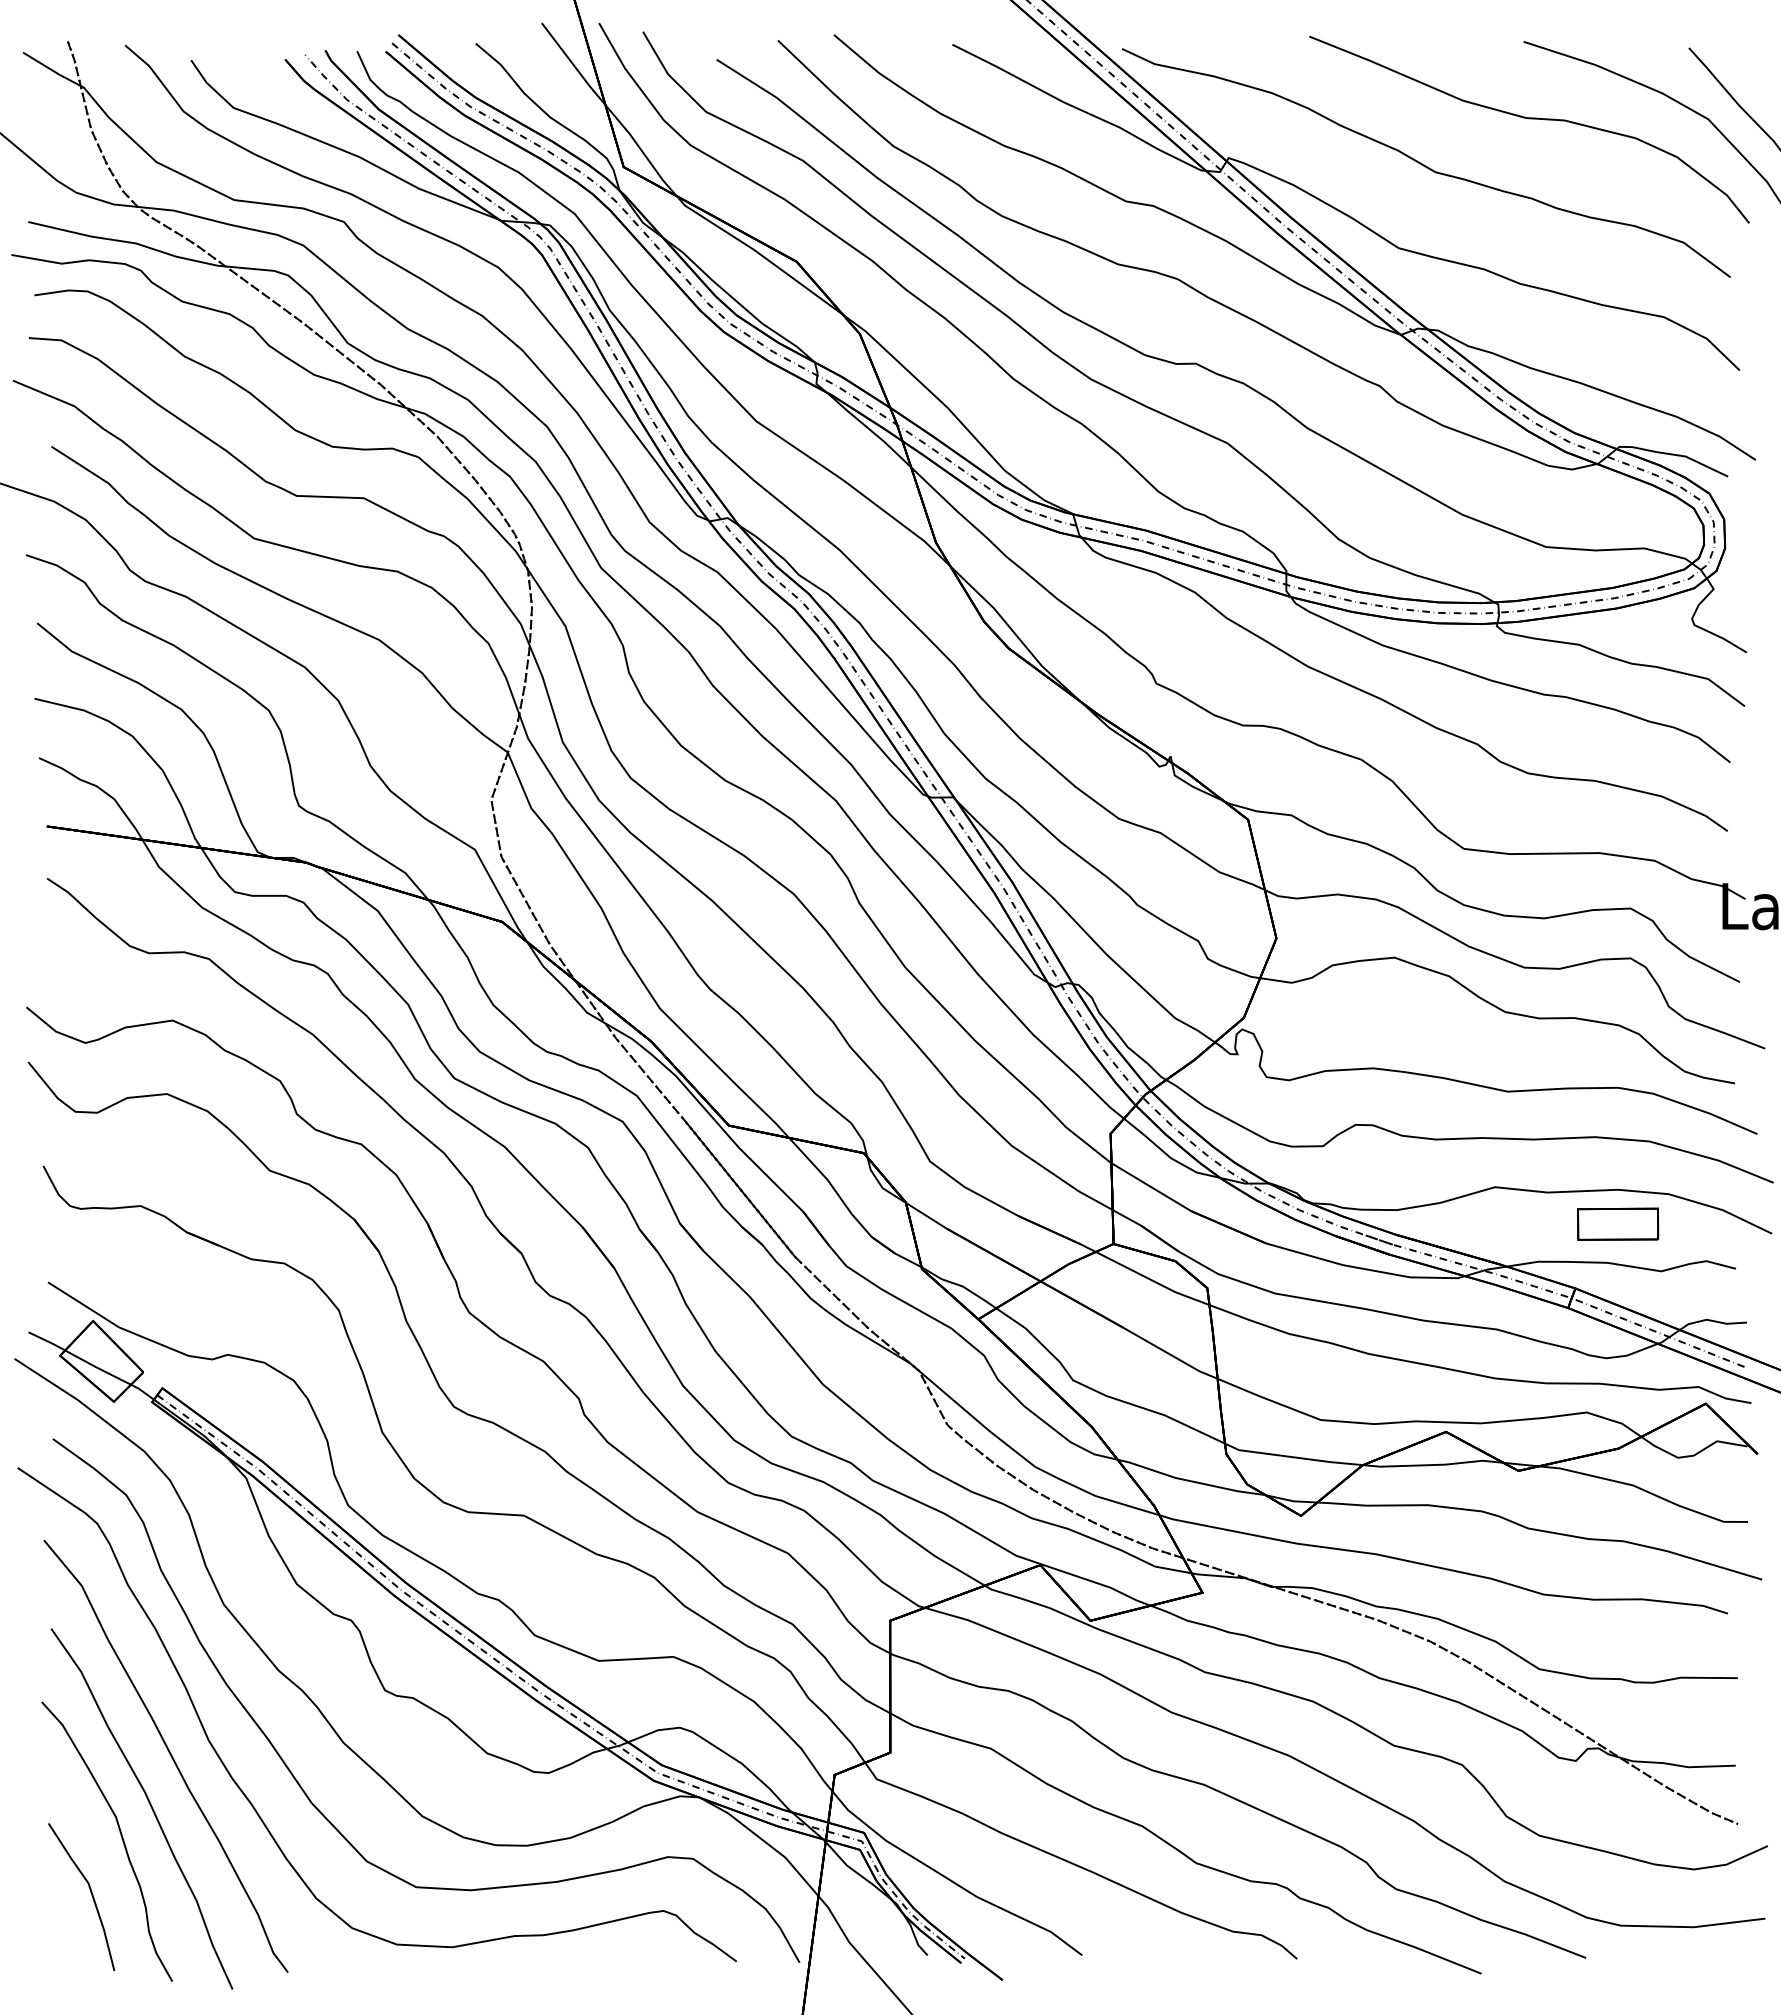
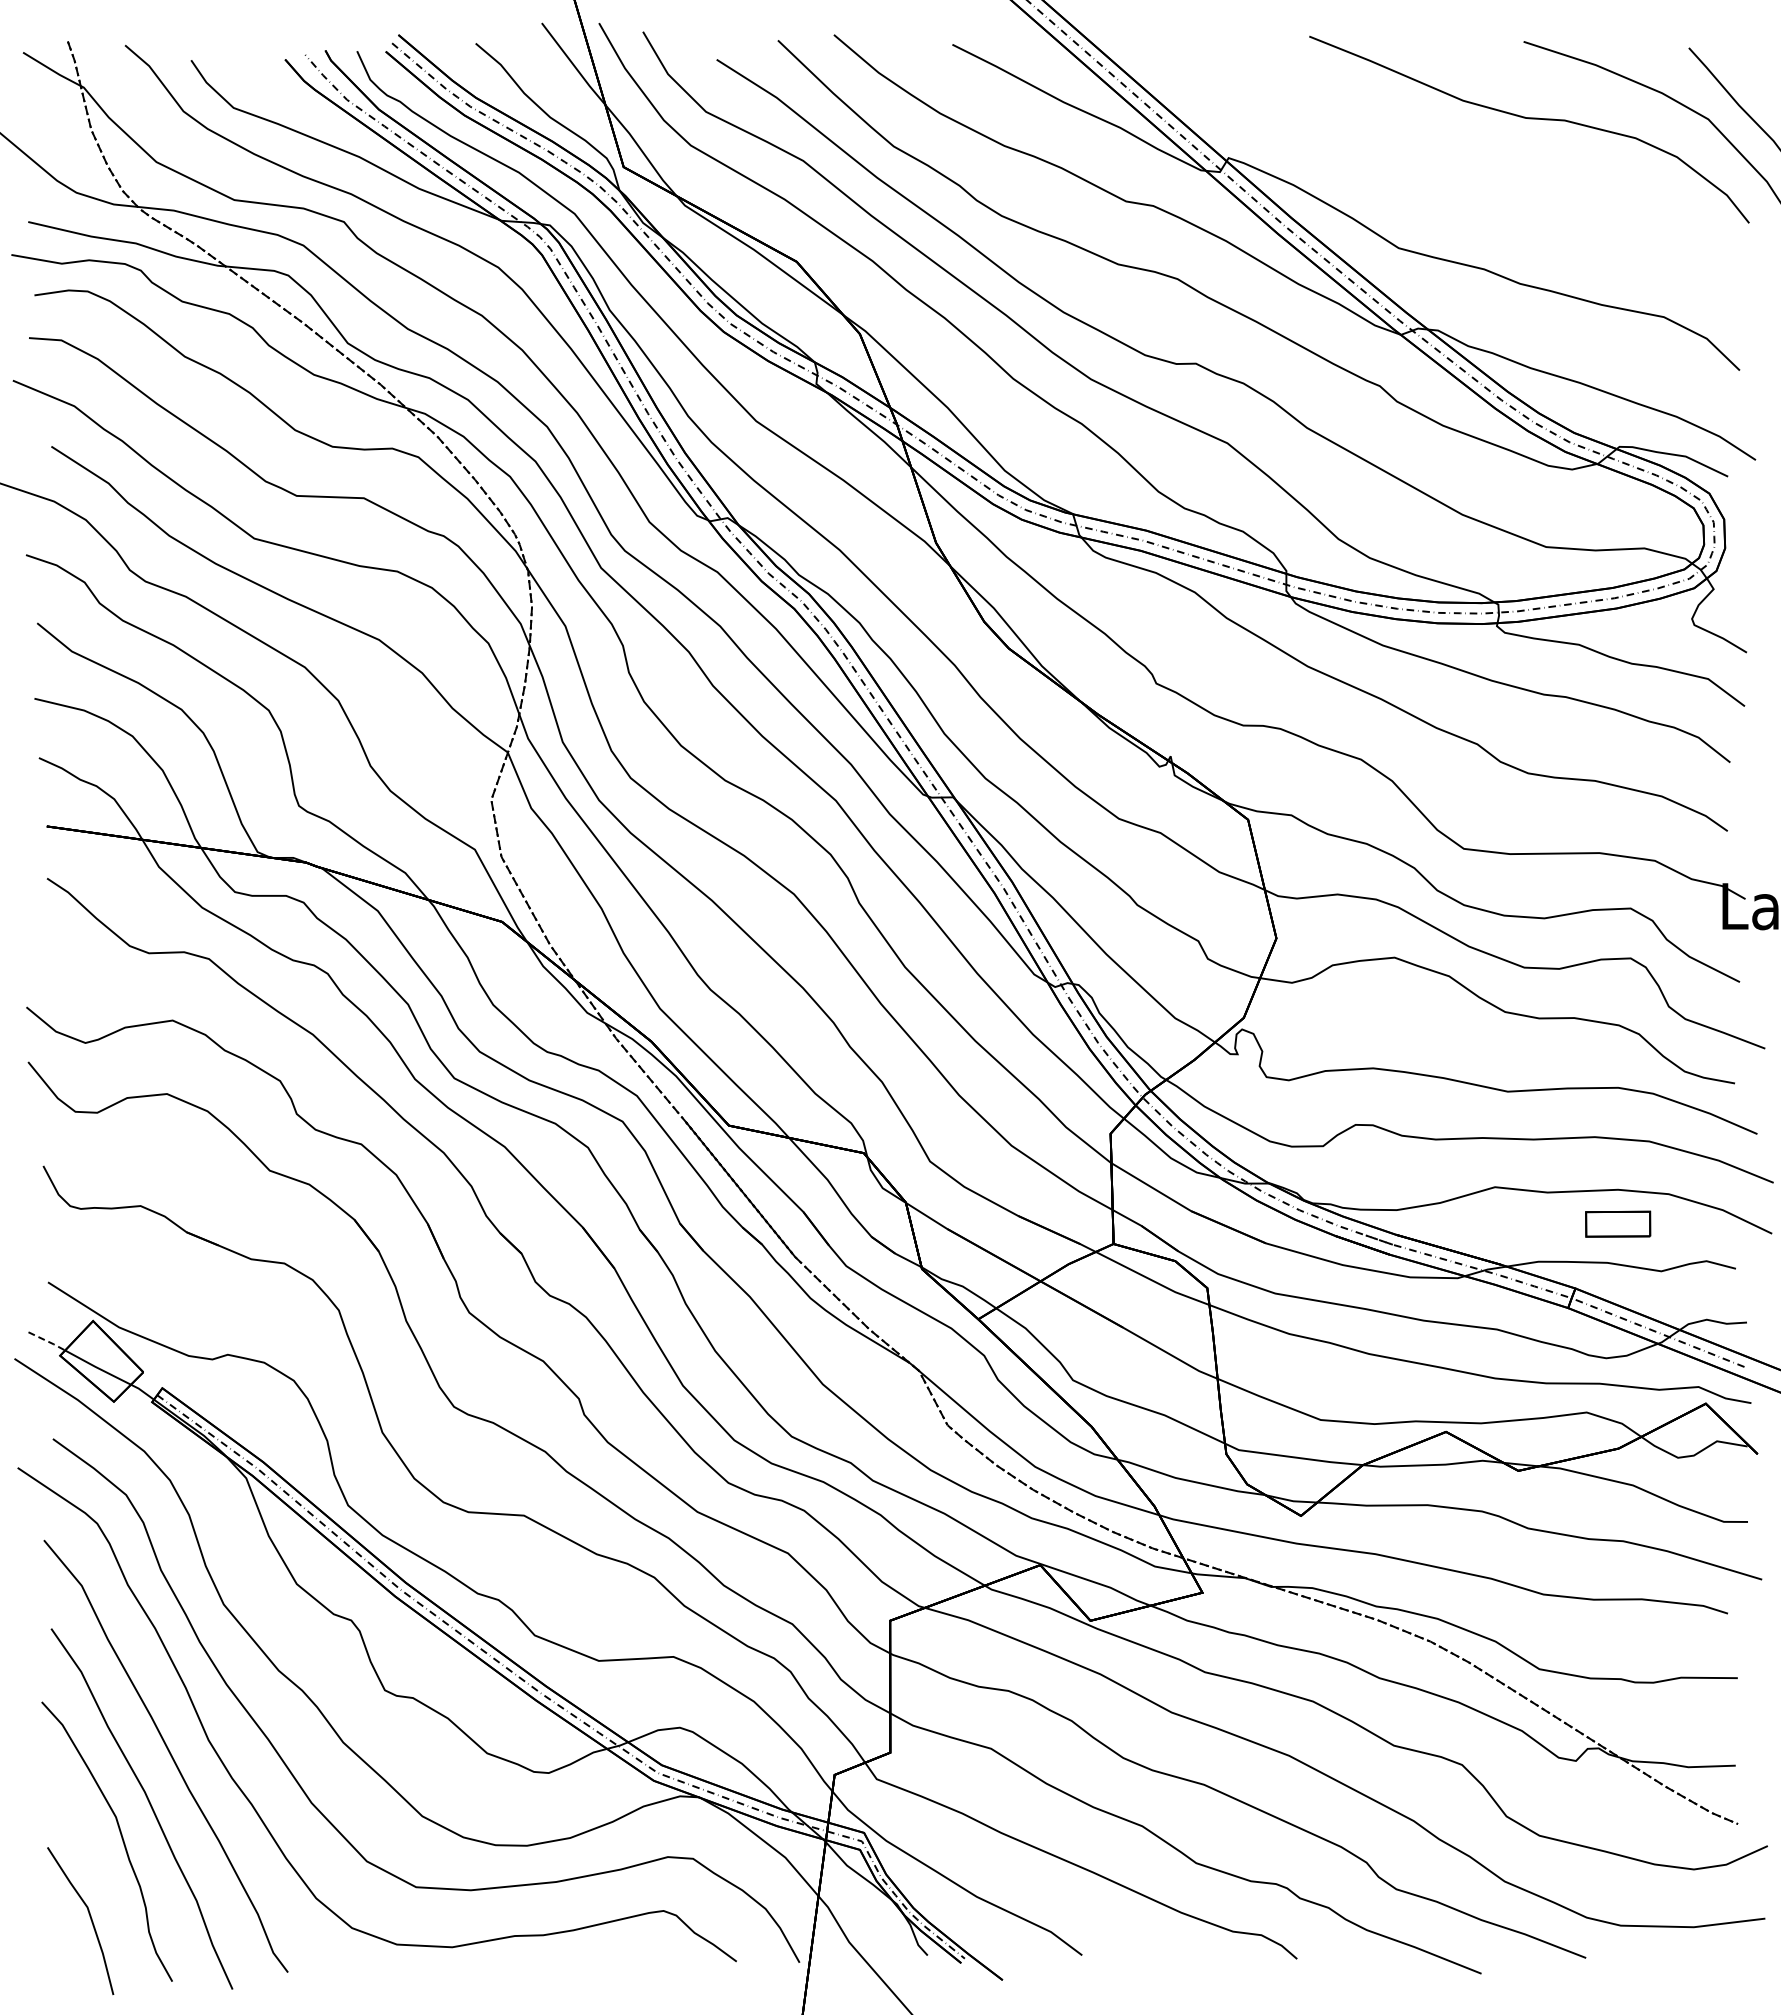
curve at (1424, 164): present -> none
part at (1618, 1223) size: 83x34 px -> 67x28 px
line at (47, 1341): solid -> dashed
line at (90, 1892) position: (90, 1892) -> (89, 1916)
